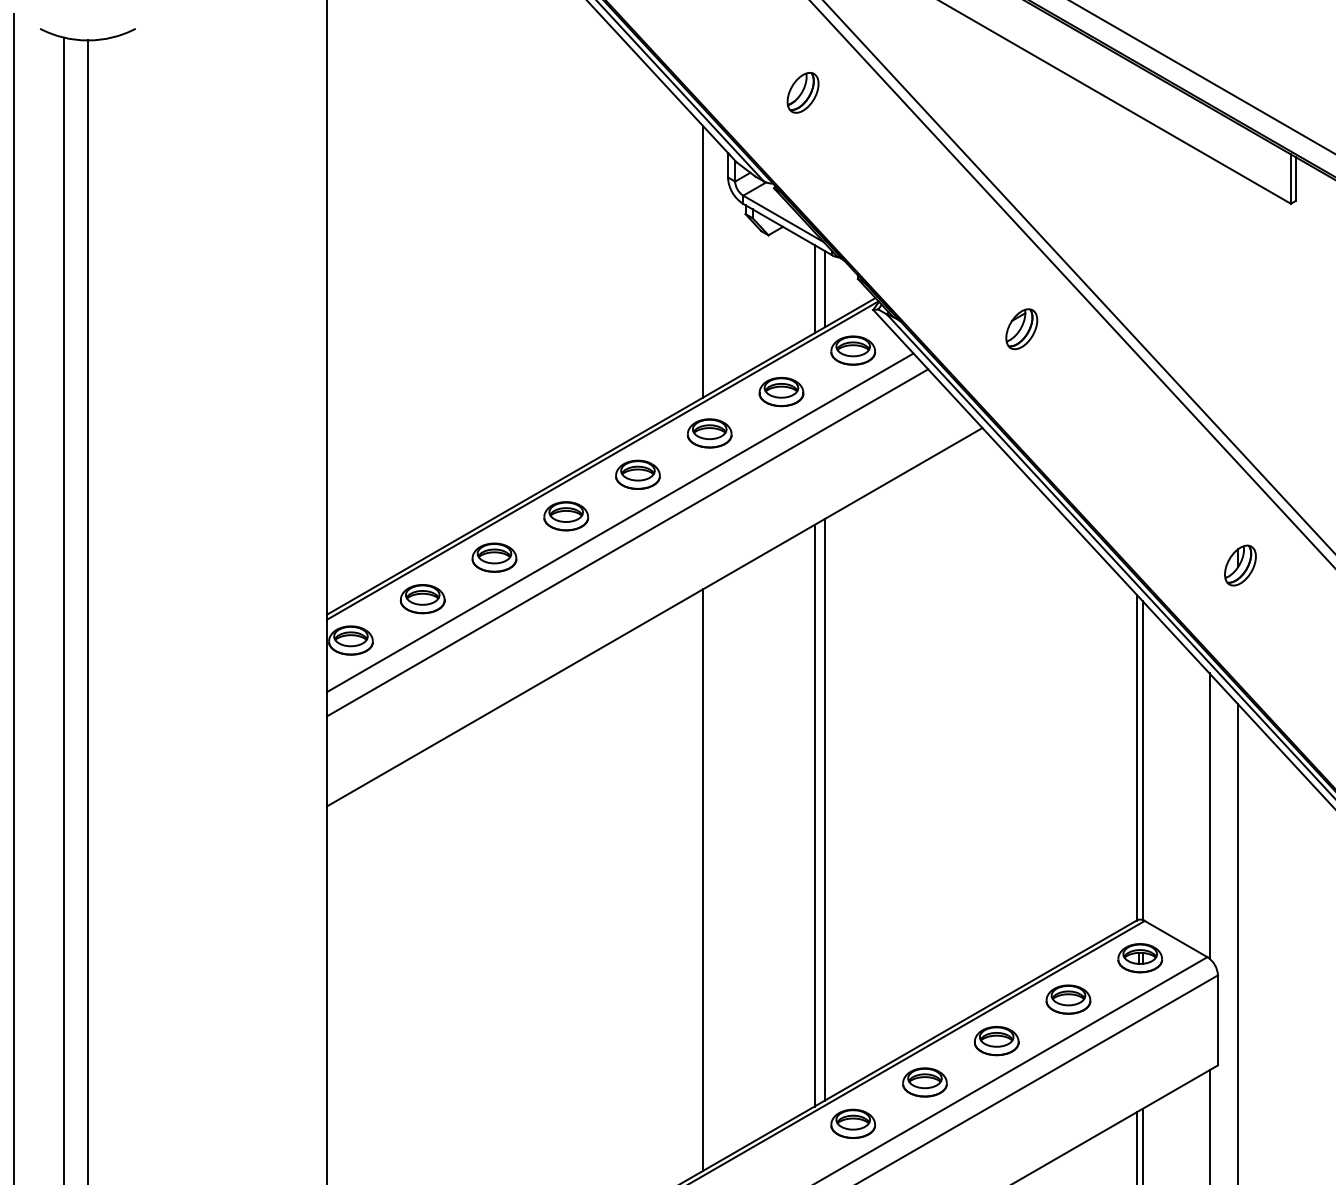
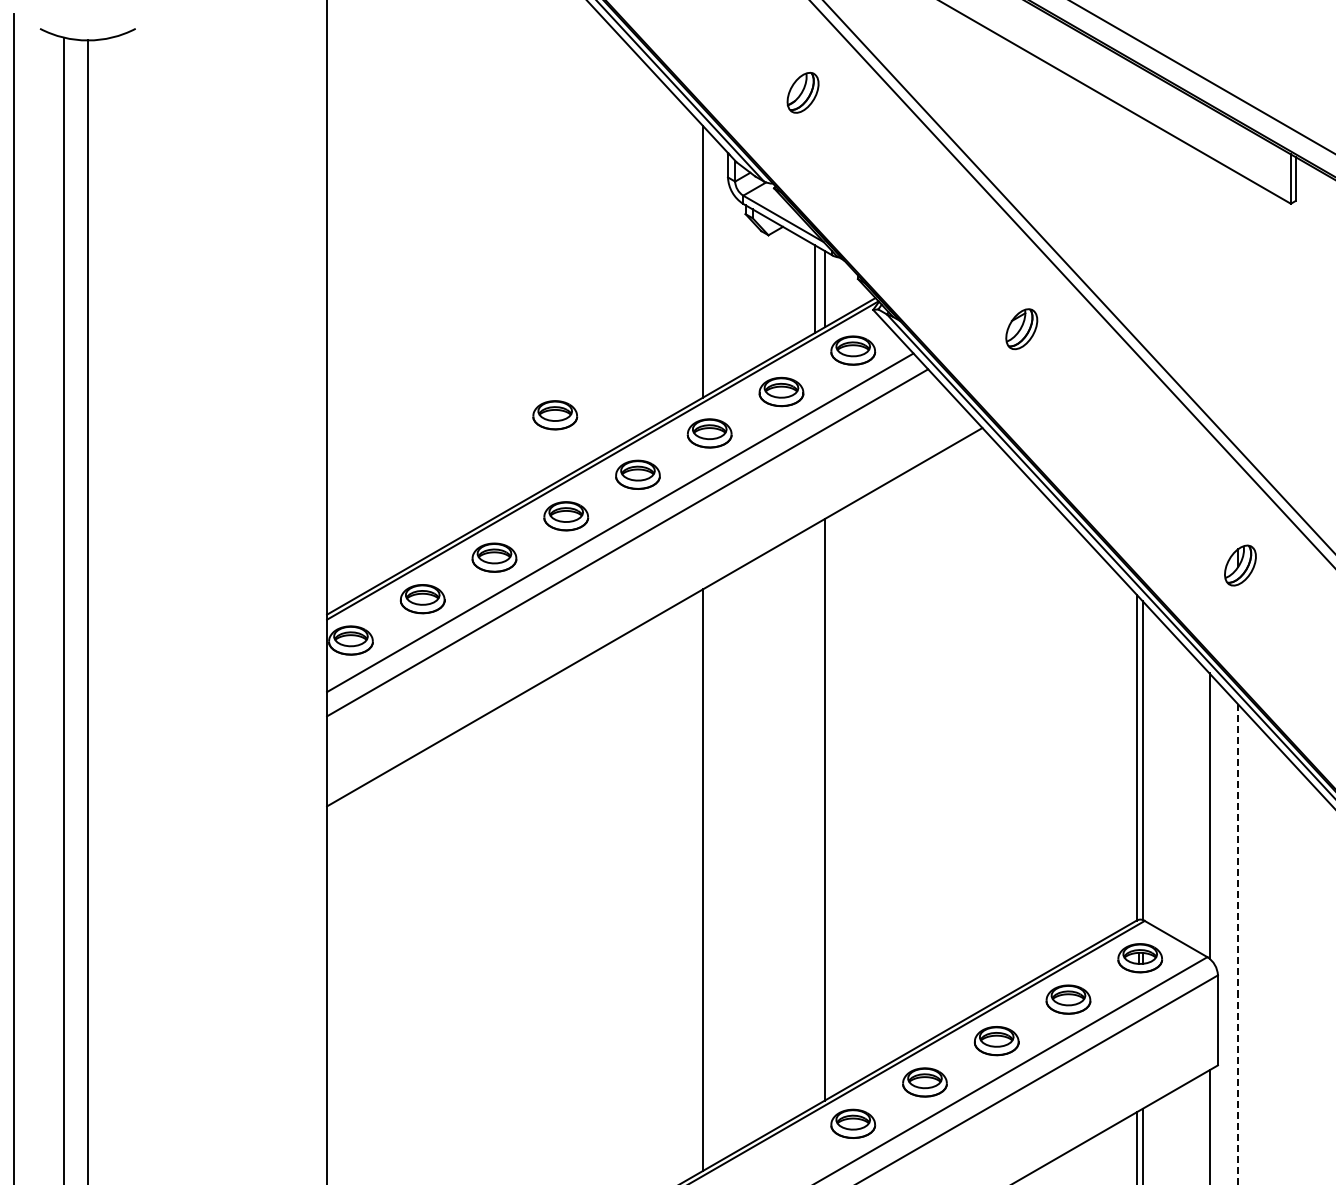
part at (555, 415): none -> present
line at (814, 815): present -> none
line at (1238, 944): solid -> dashed
